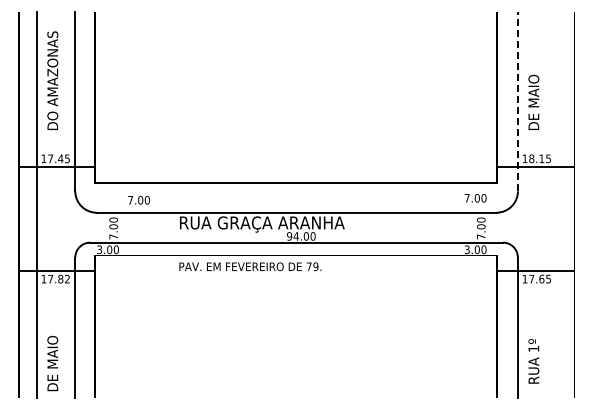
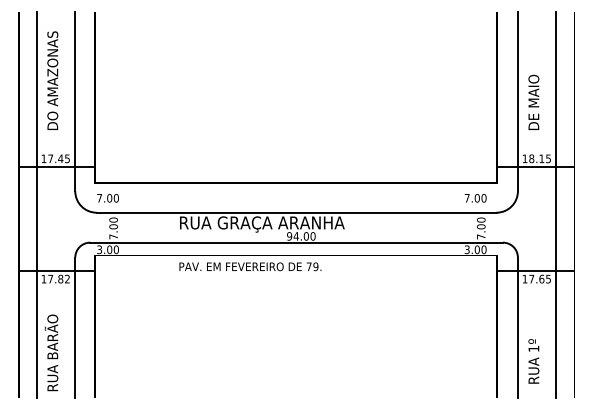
line at (517, 101): dashed -> solid
text at (138, 200) position: (138, 200) -> (107, 198)
line at (556, 204): none -> present
text at (51, 351): DE MAIO -> RUA BARÃO
